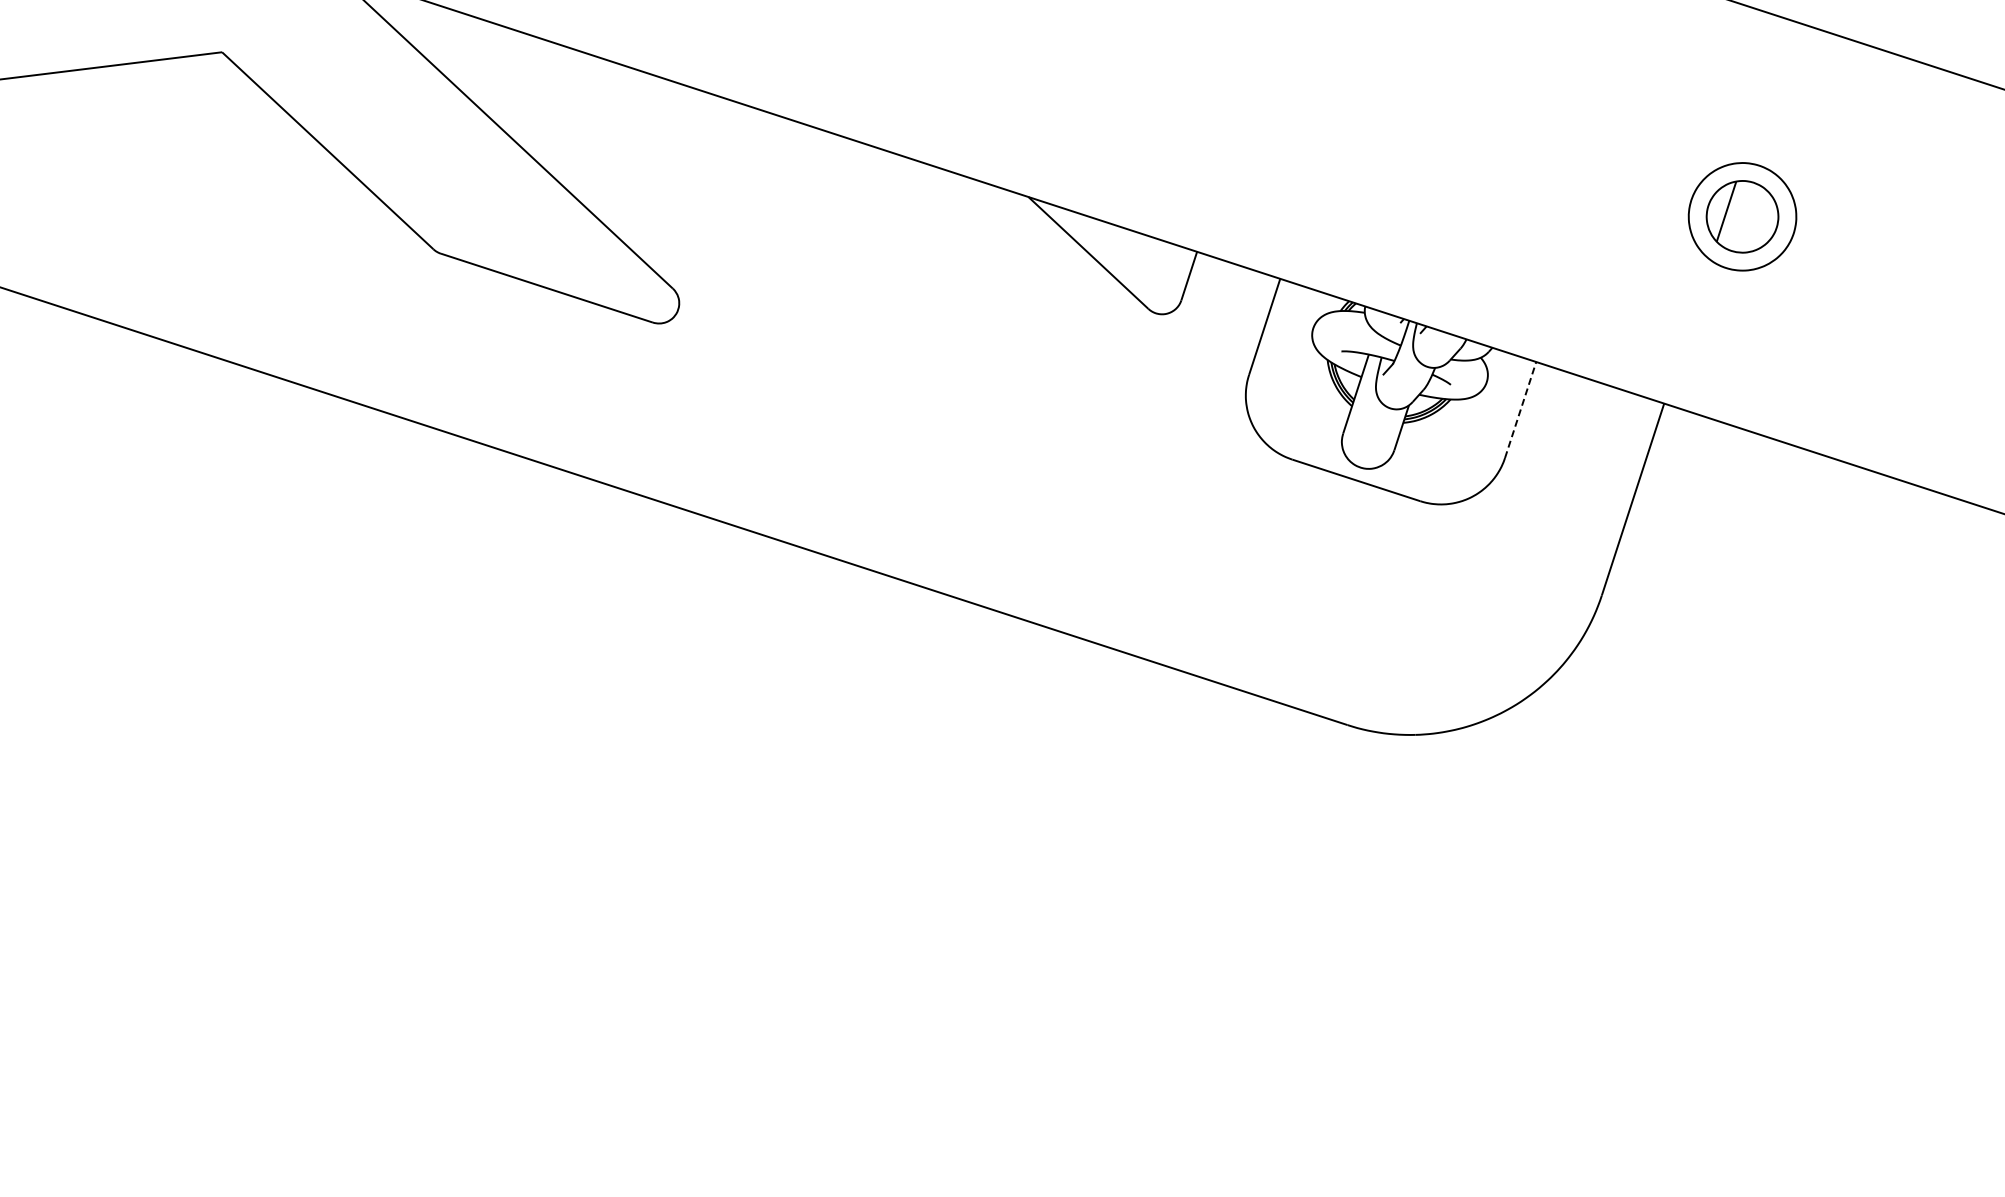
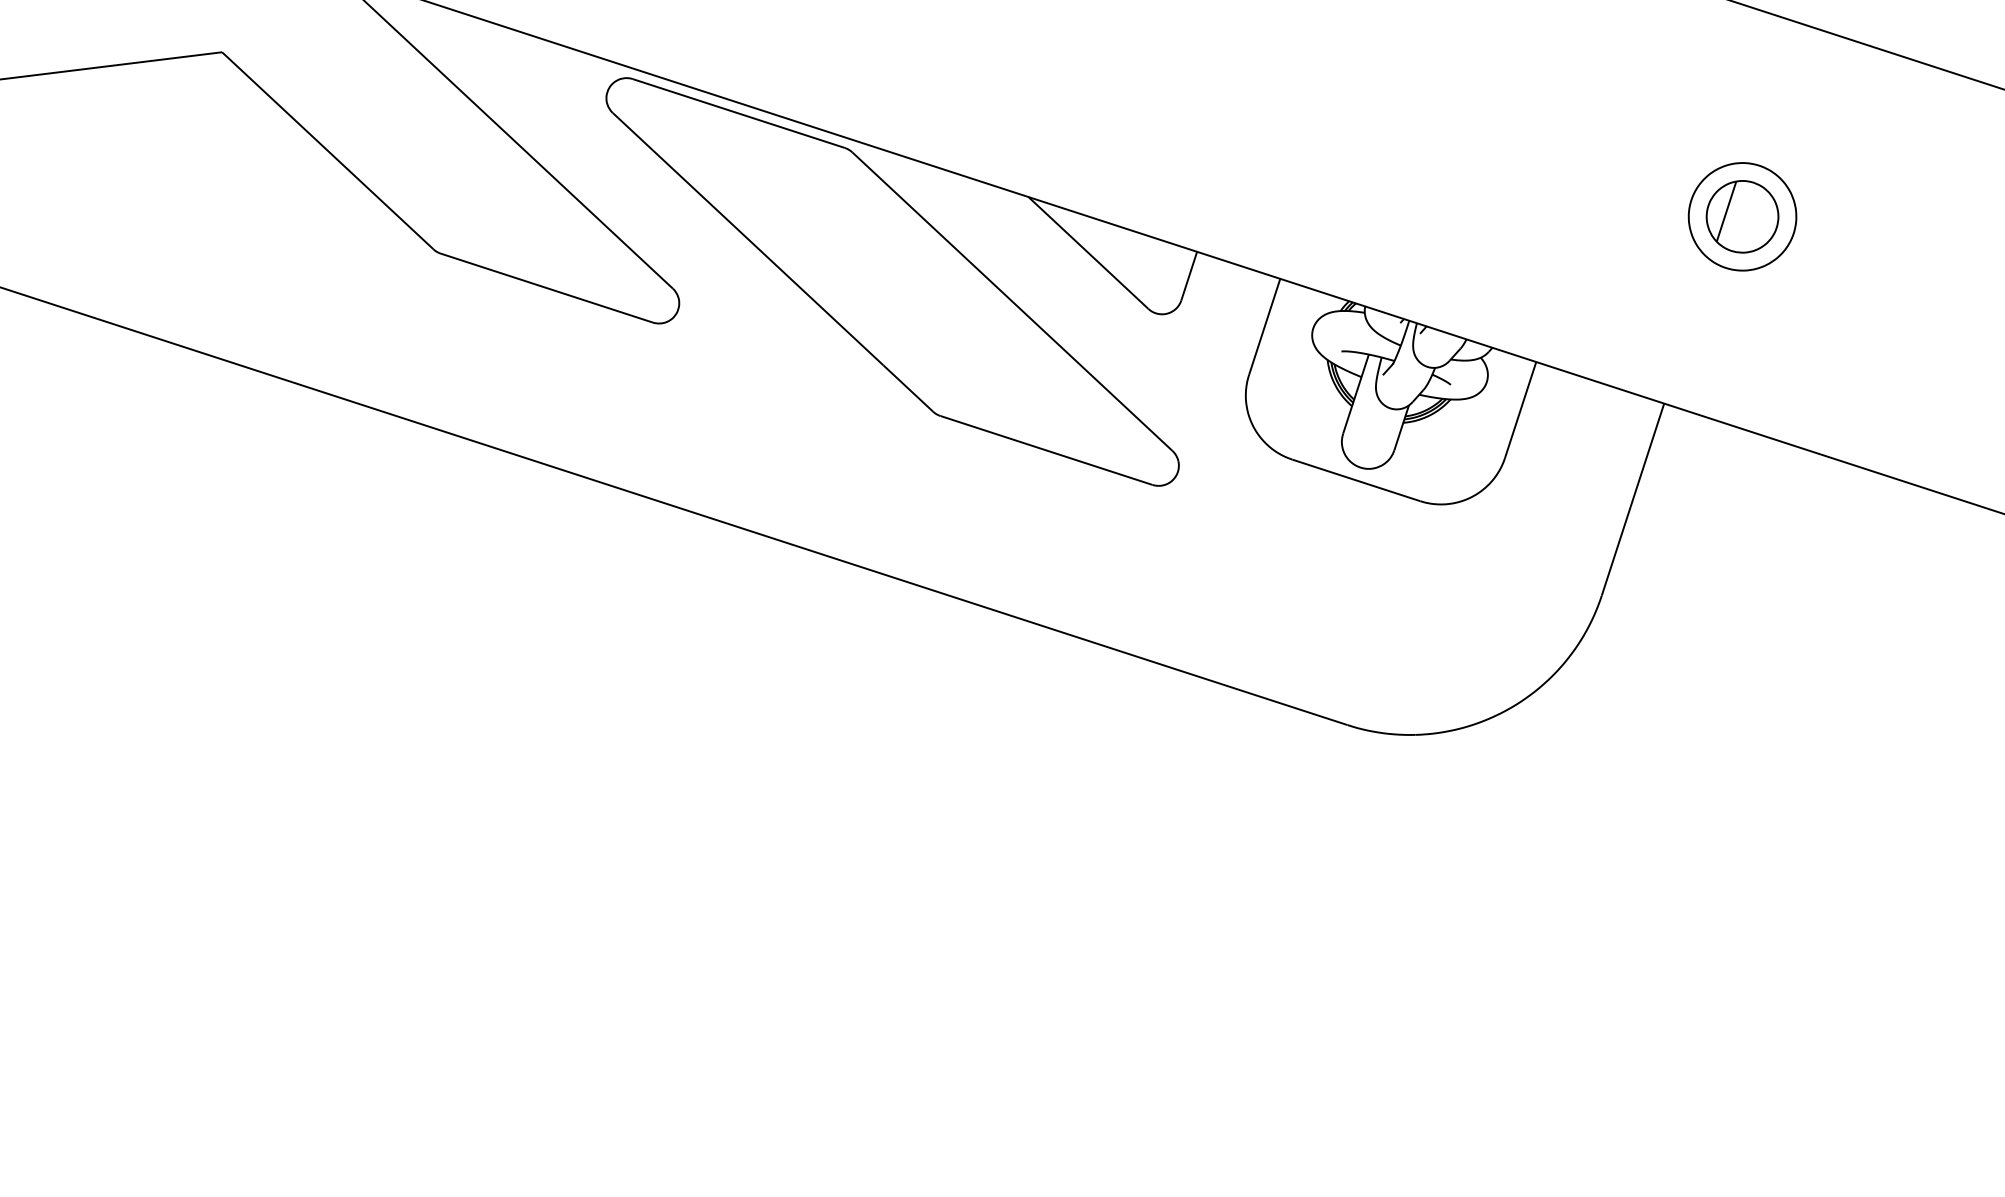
part at (892, 281): none -> present
line at (1520, 409): dashed -> solid
